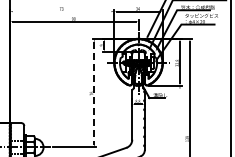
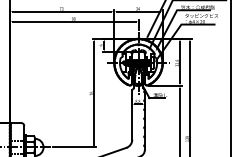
line at (61, 11): none -> present
line at (94, 93): dashed -> solid
line at (179, 120): none -> present
